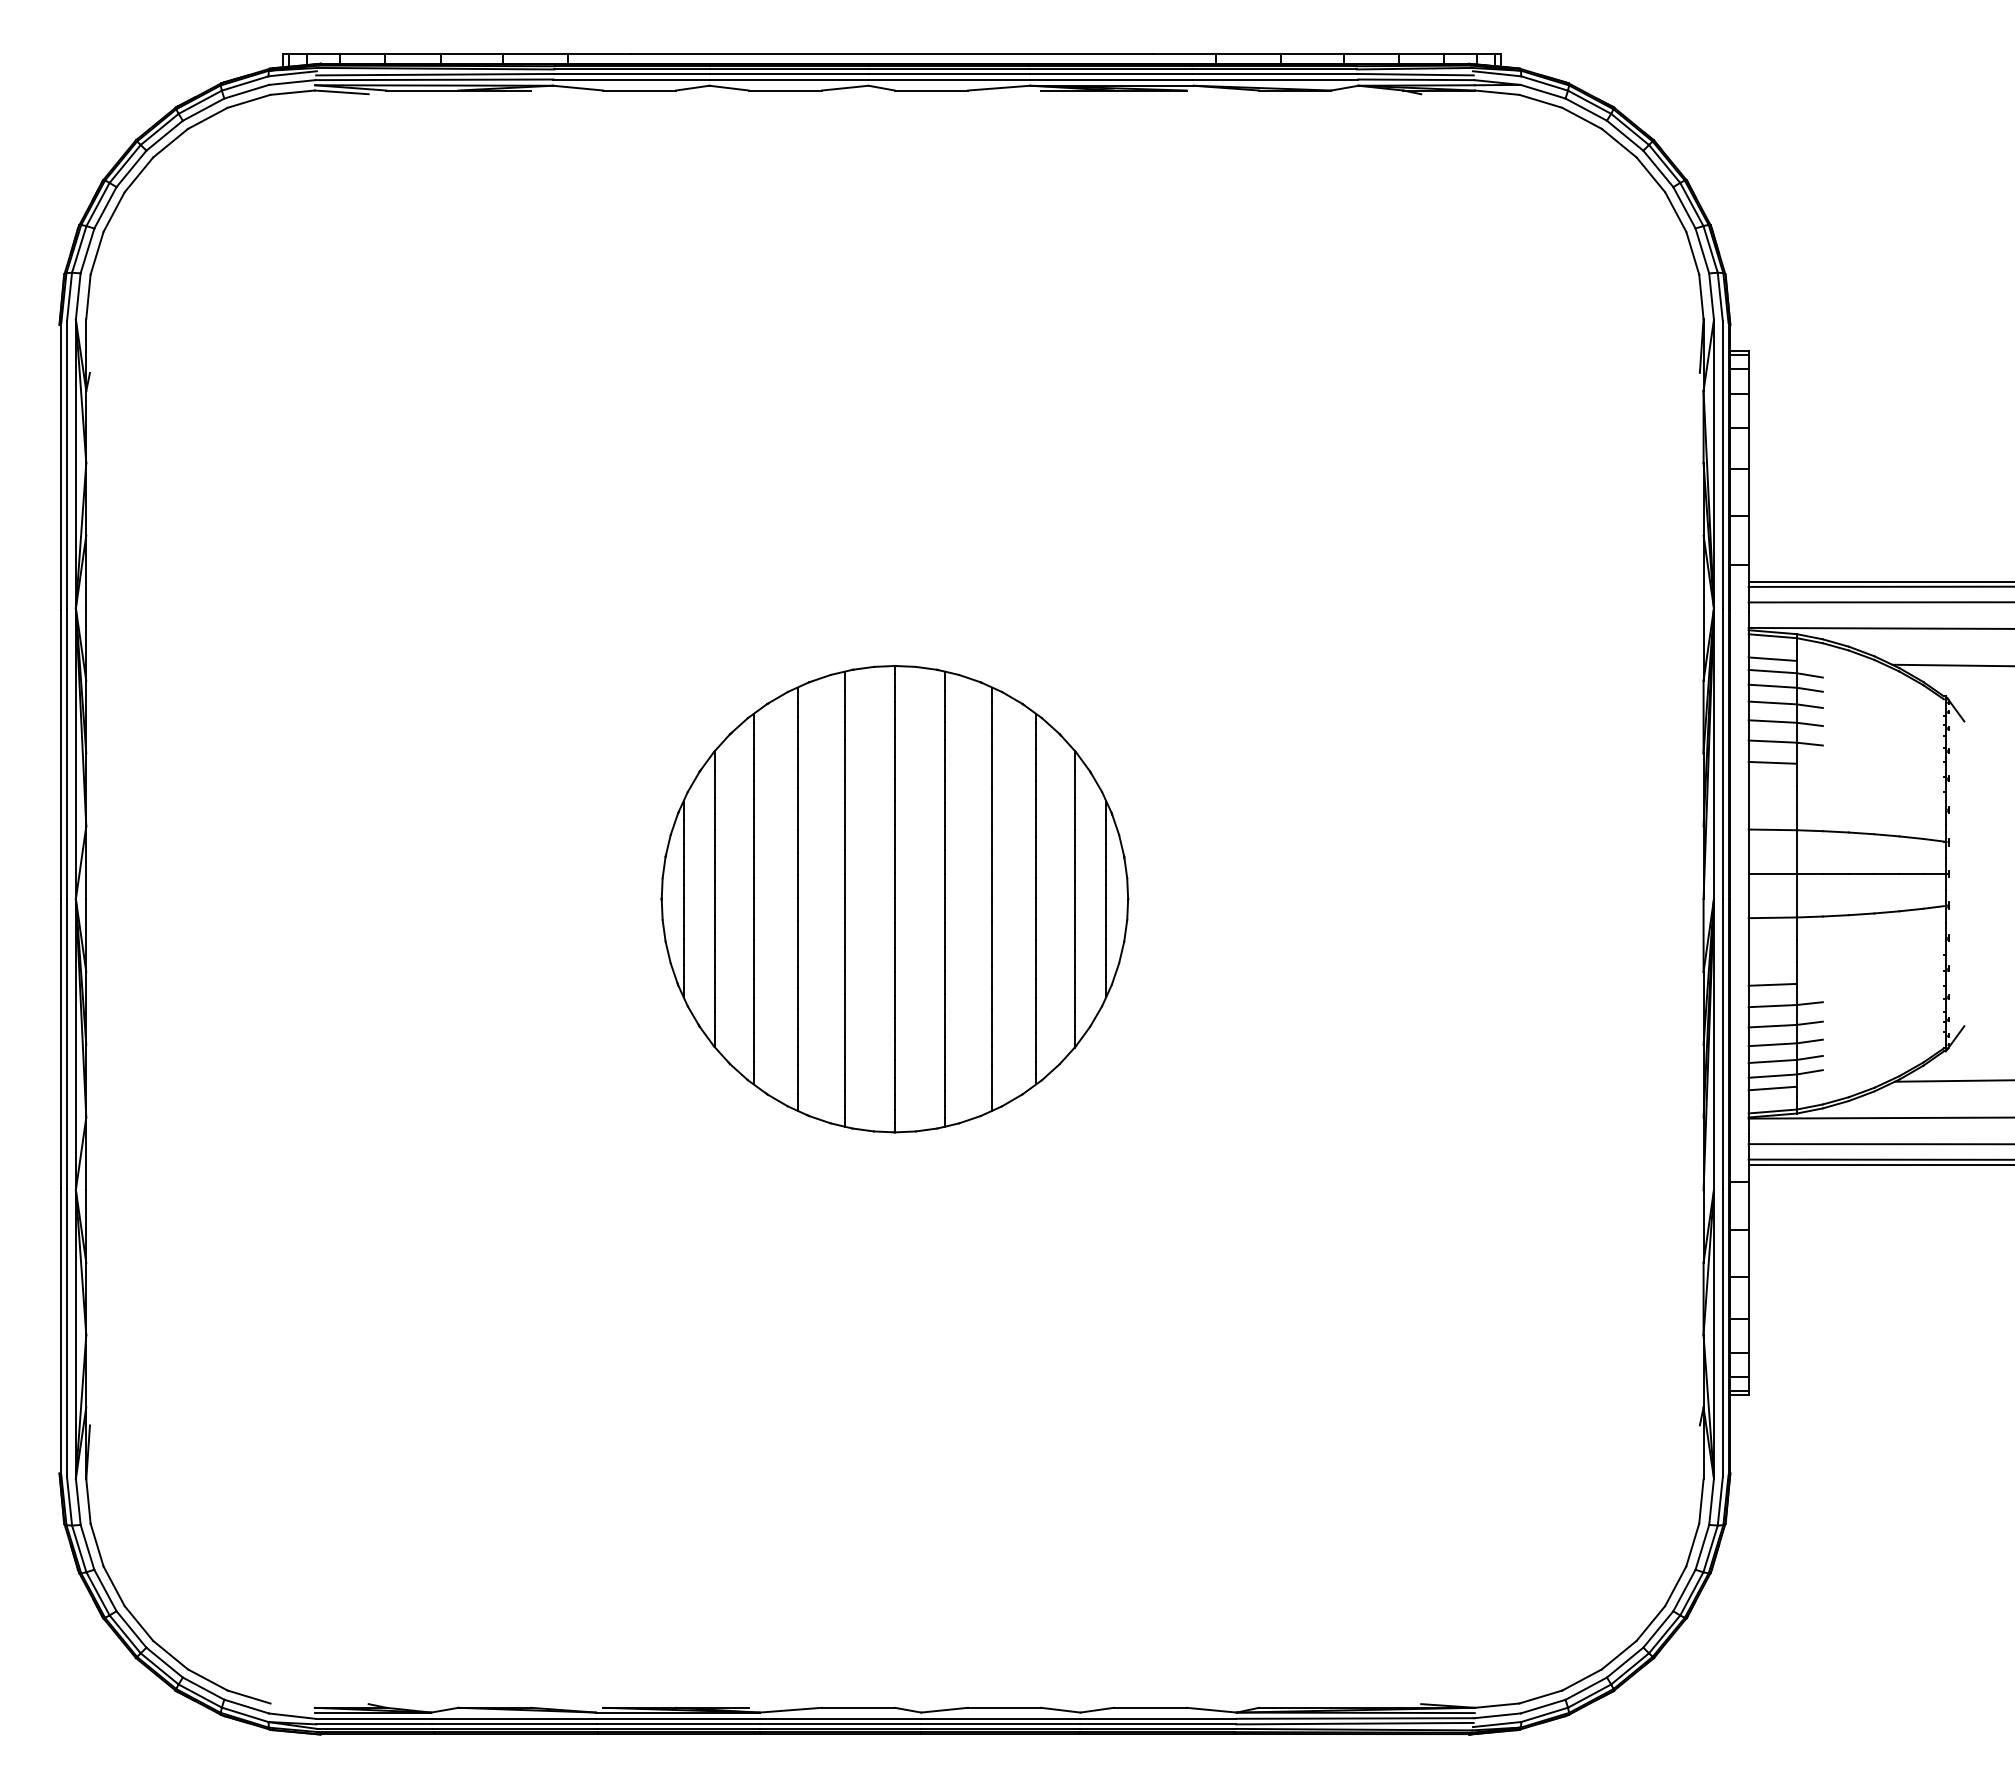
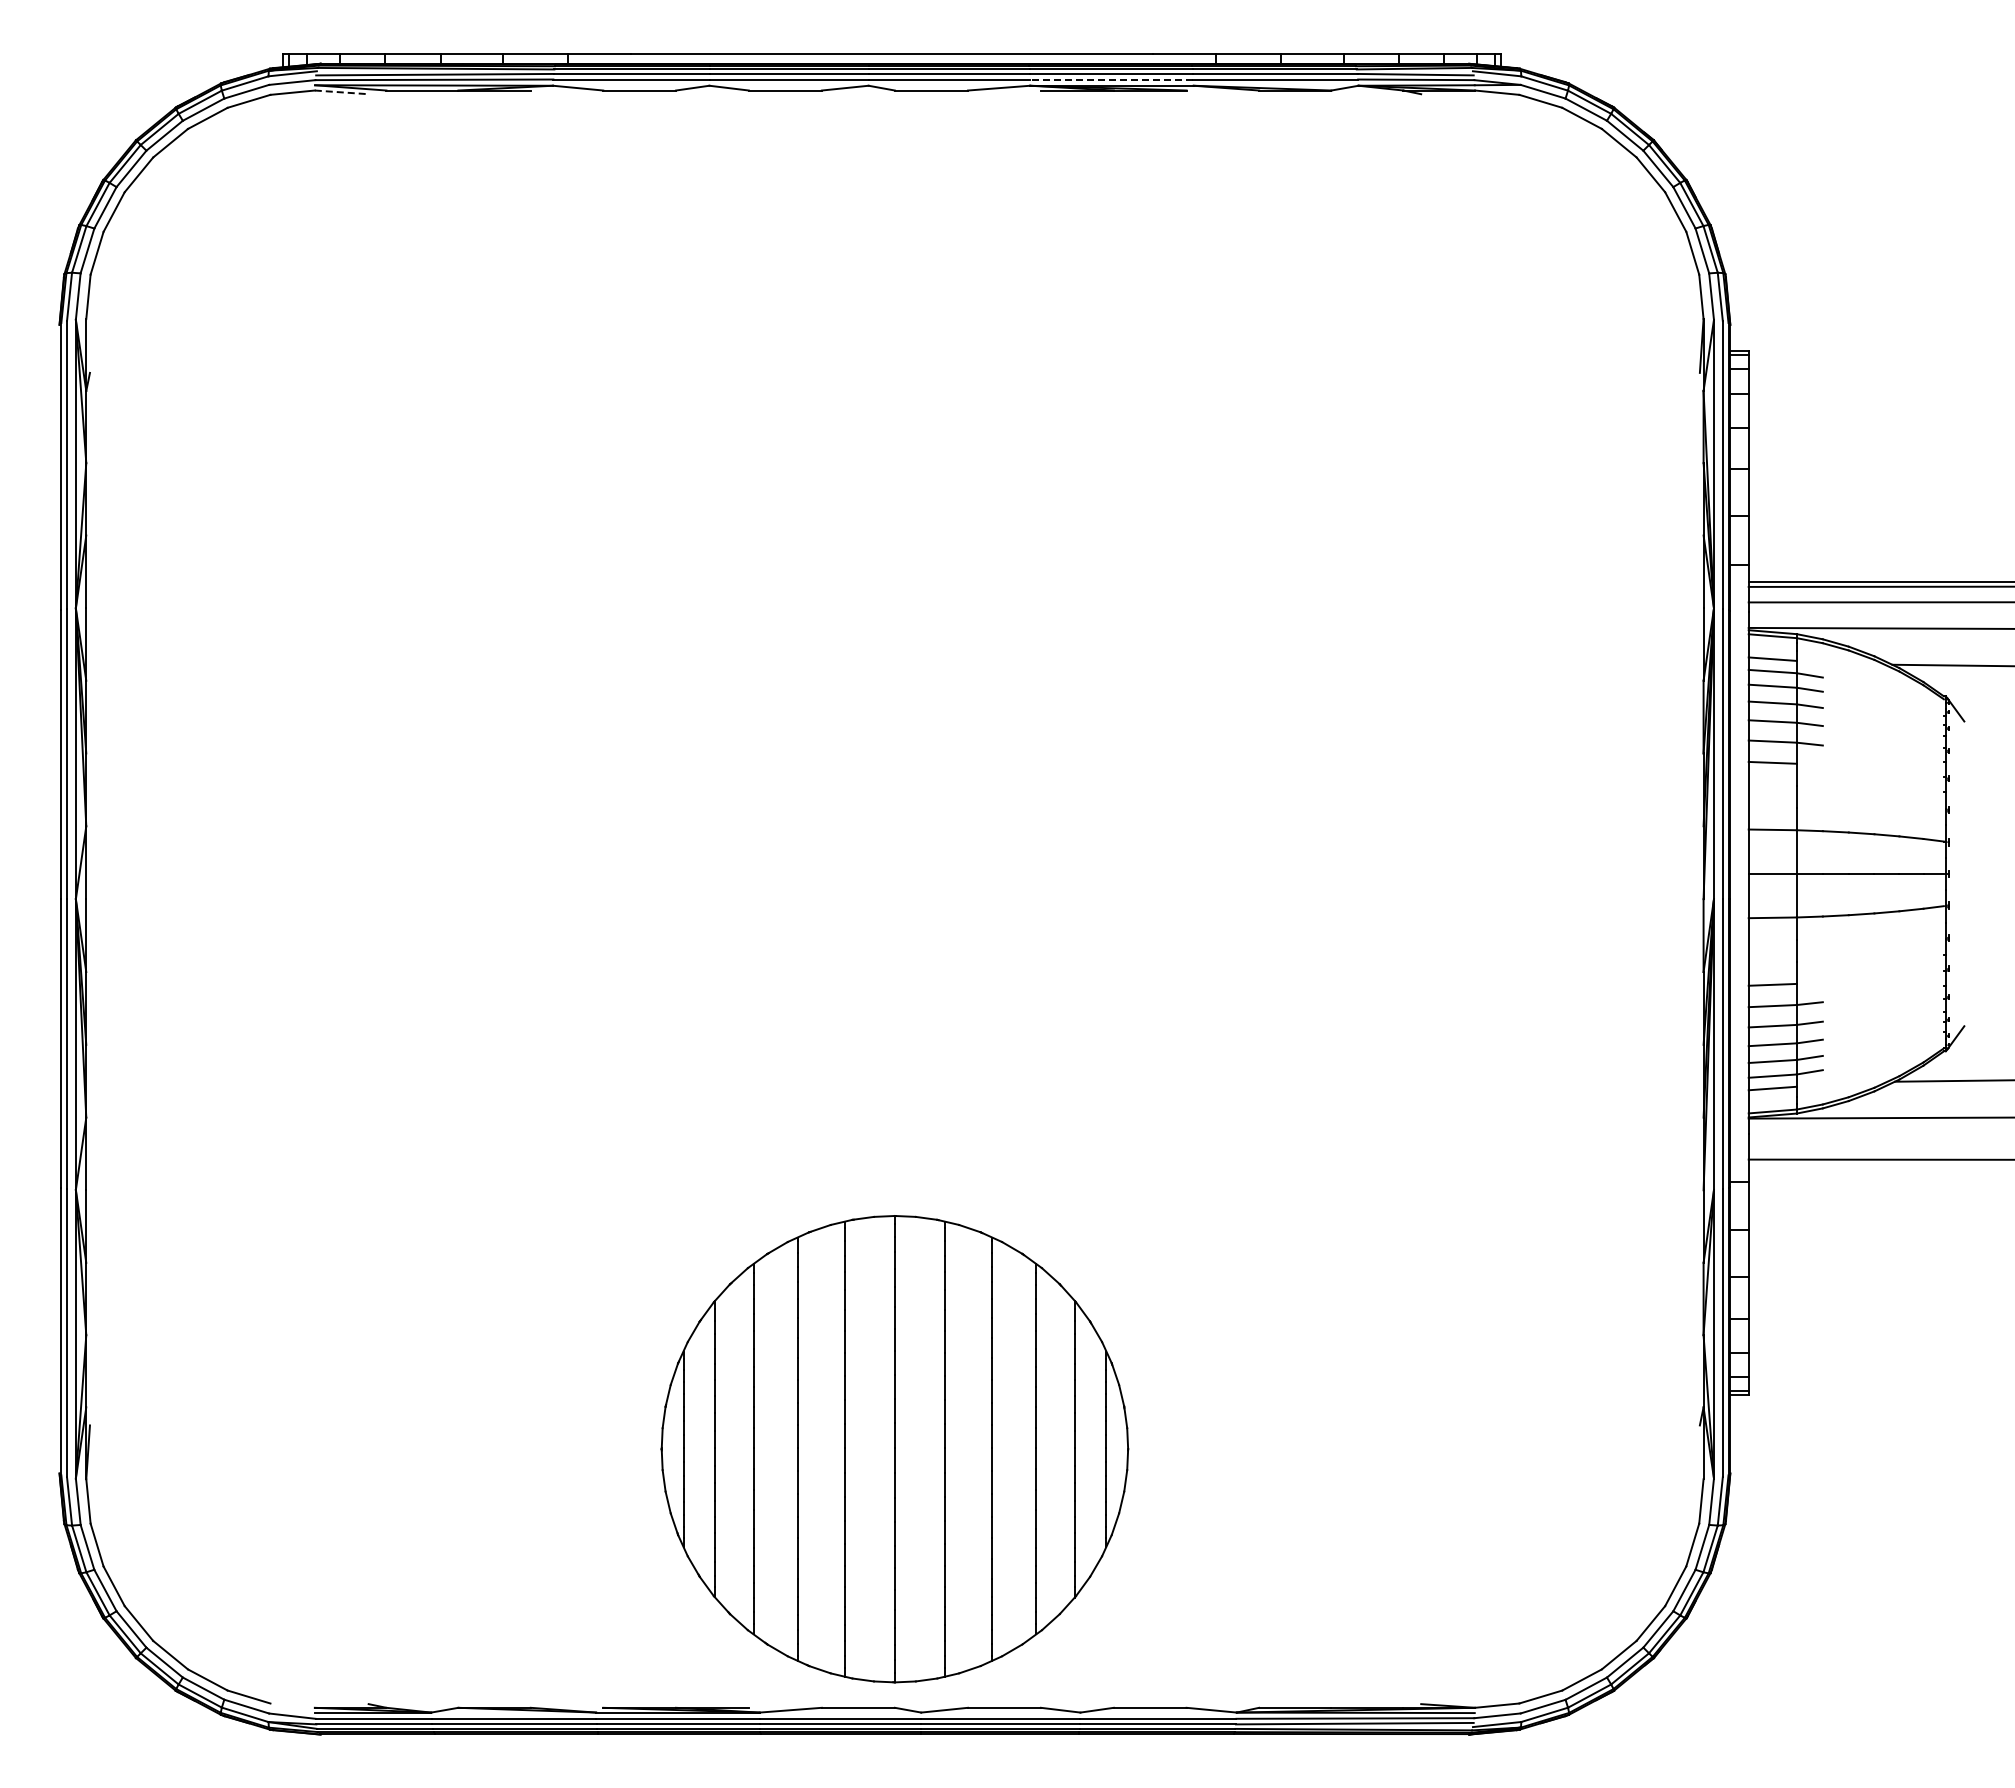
line at (1111, 79): solid -> dashed
line at (341, 92): solid -> dashed
part at (894, 899) position: (894, 899) -> (894, 1449)
line at (1879, 1144): present -> none
line at (1879, 1164): present -> none
